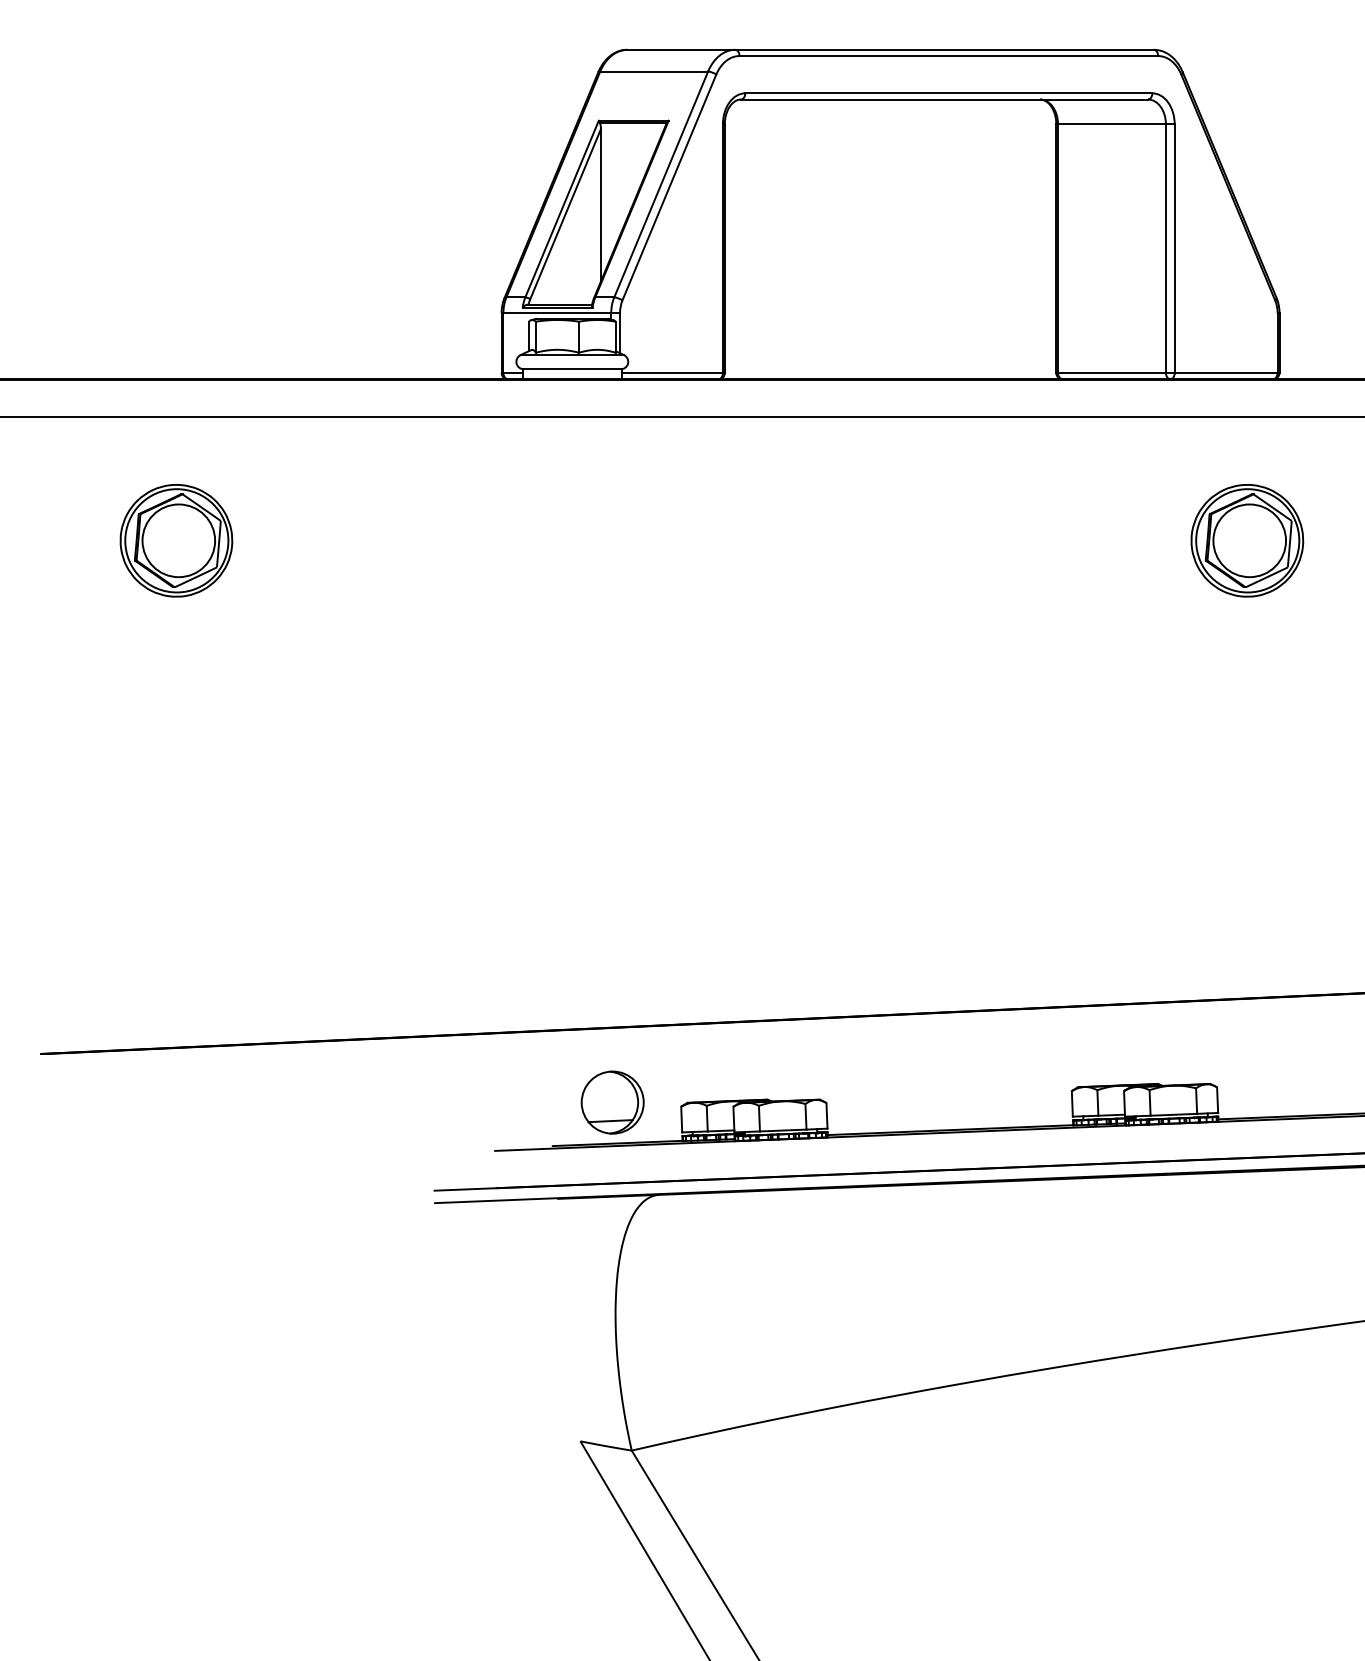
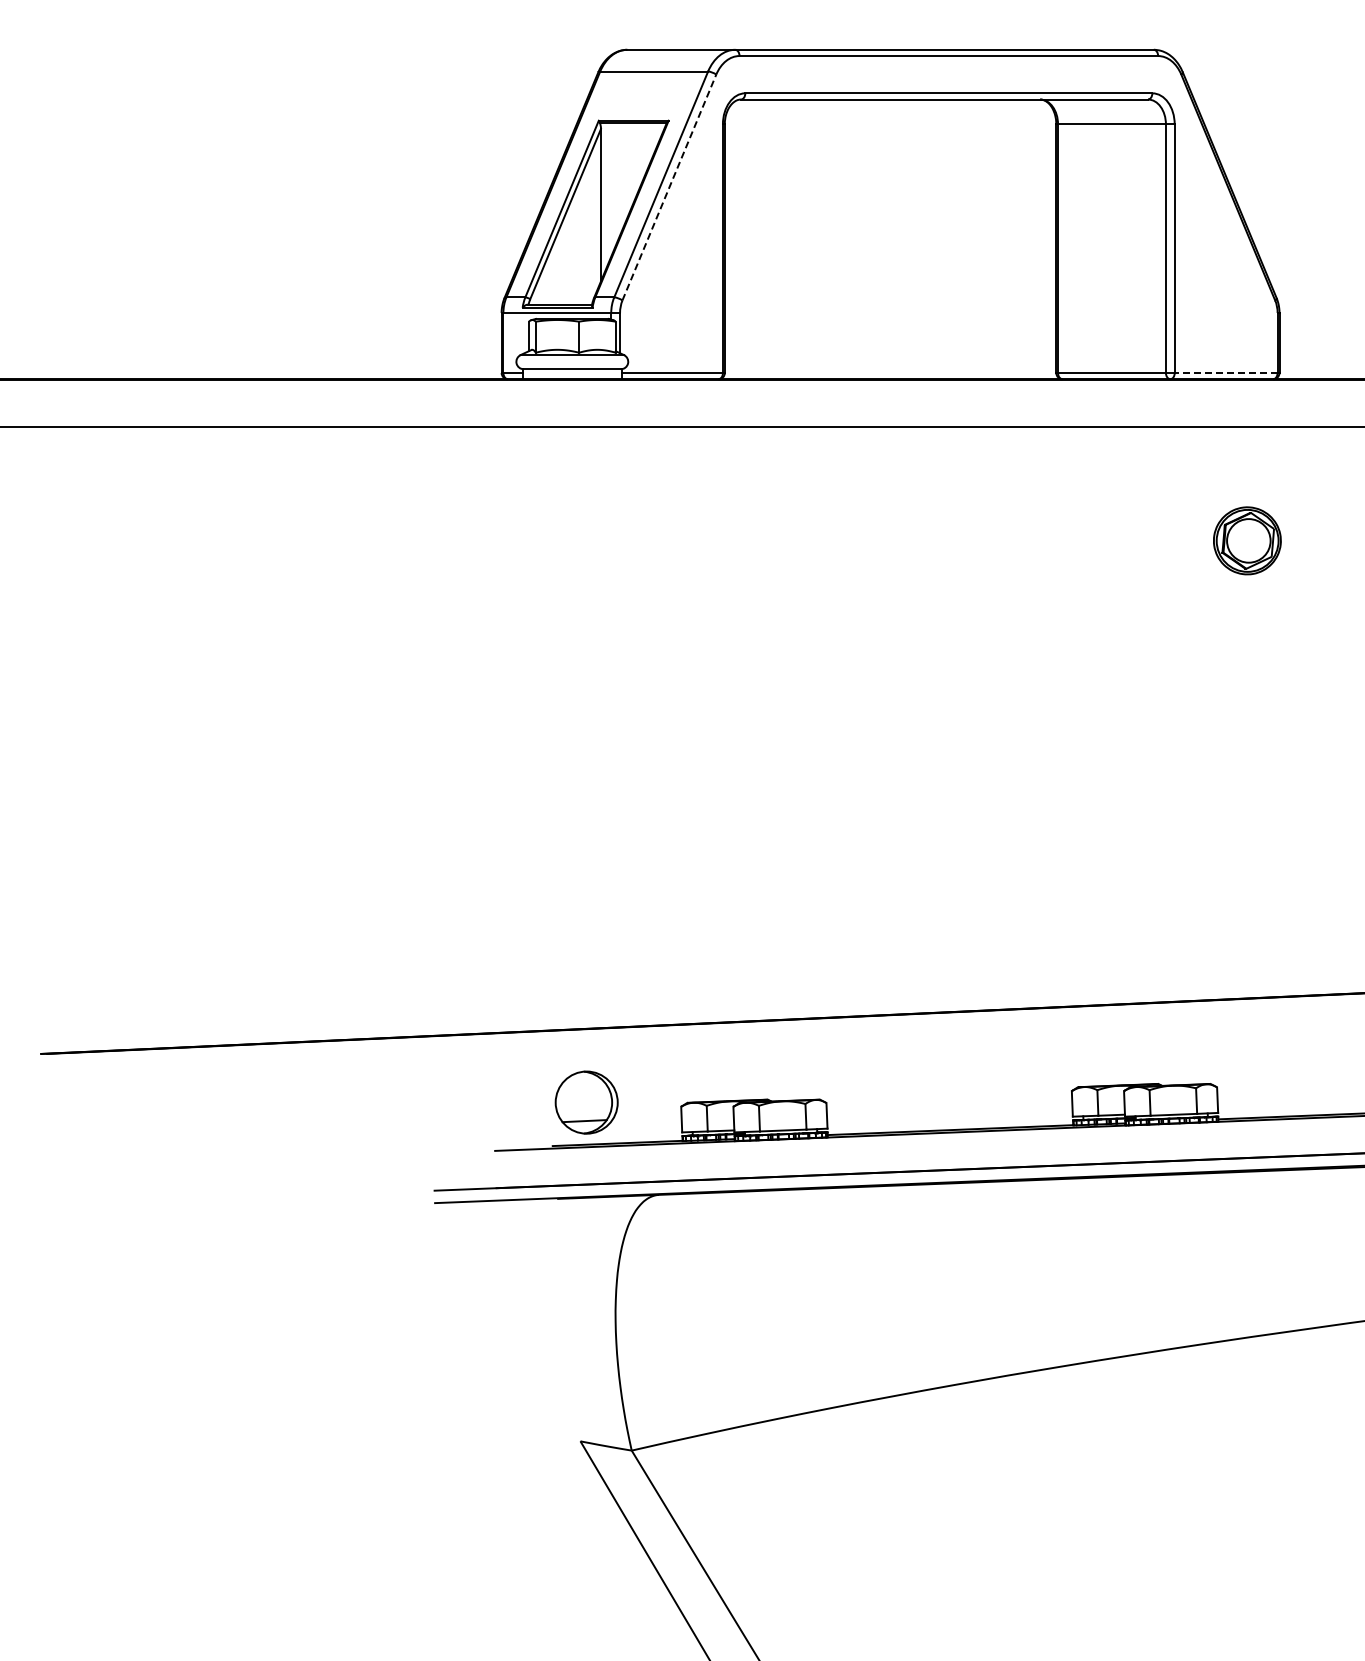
line at (669, 187): solid -> dashed
line at (1225, 373): solid -> dashed
line at (681, 417) position: (681, 417) -> (681, 427)
part at (176, 540): present -> none
part at (1247, 540) size: 115x114 px -> 69x70 px
part at (612, 1102) position: (612, 1102) -> (586, 1102)
